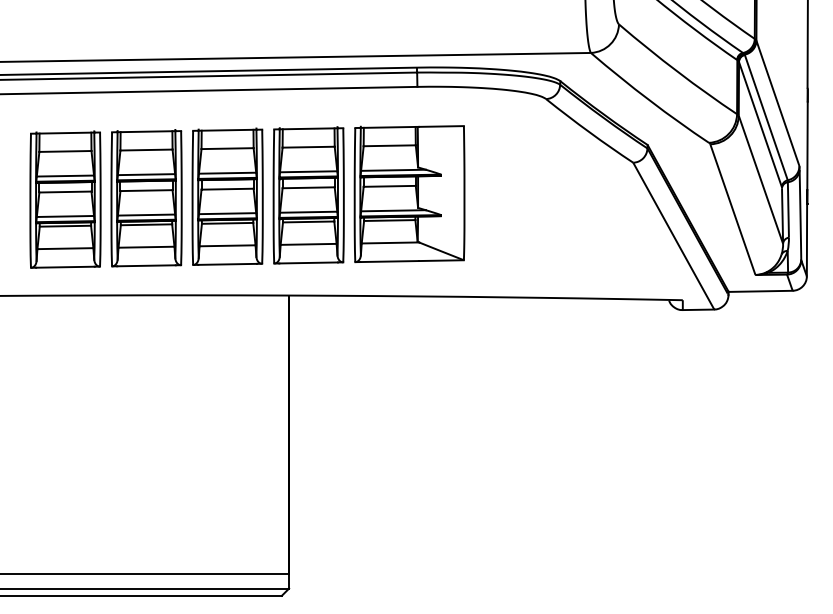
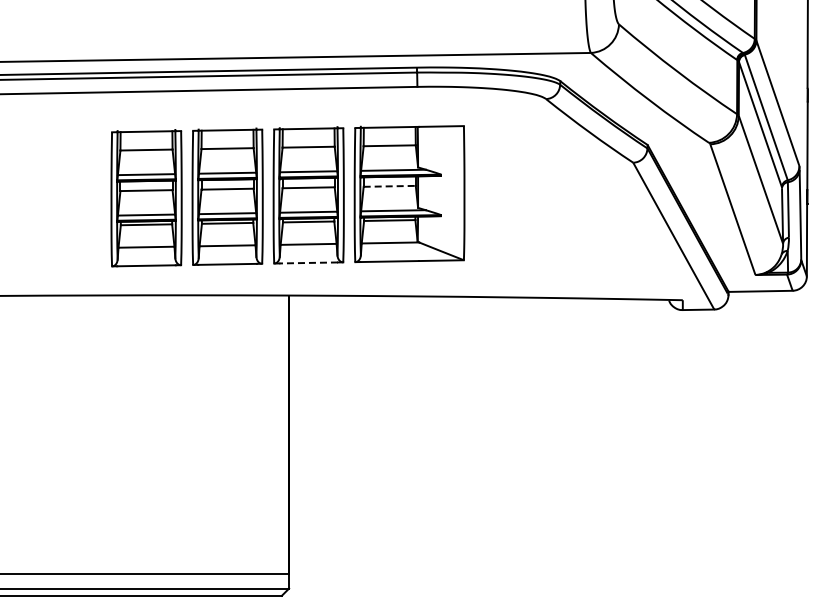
line at (390, 186): solid -> dashed
part at (65, 199): present -> none
line at (308, 262): solid -> dashed
